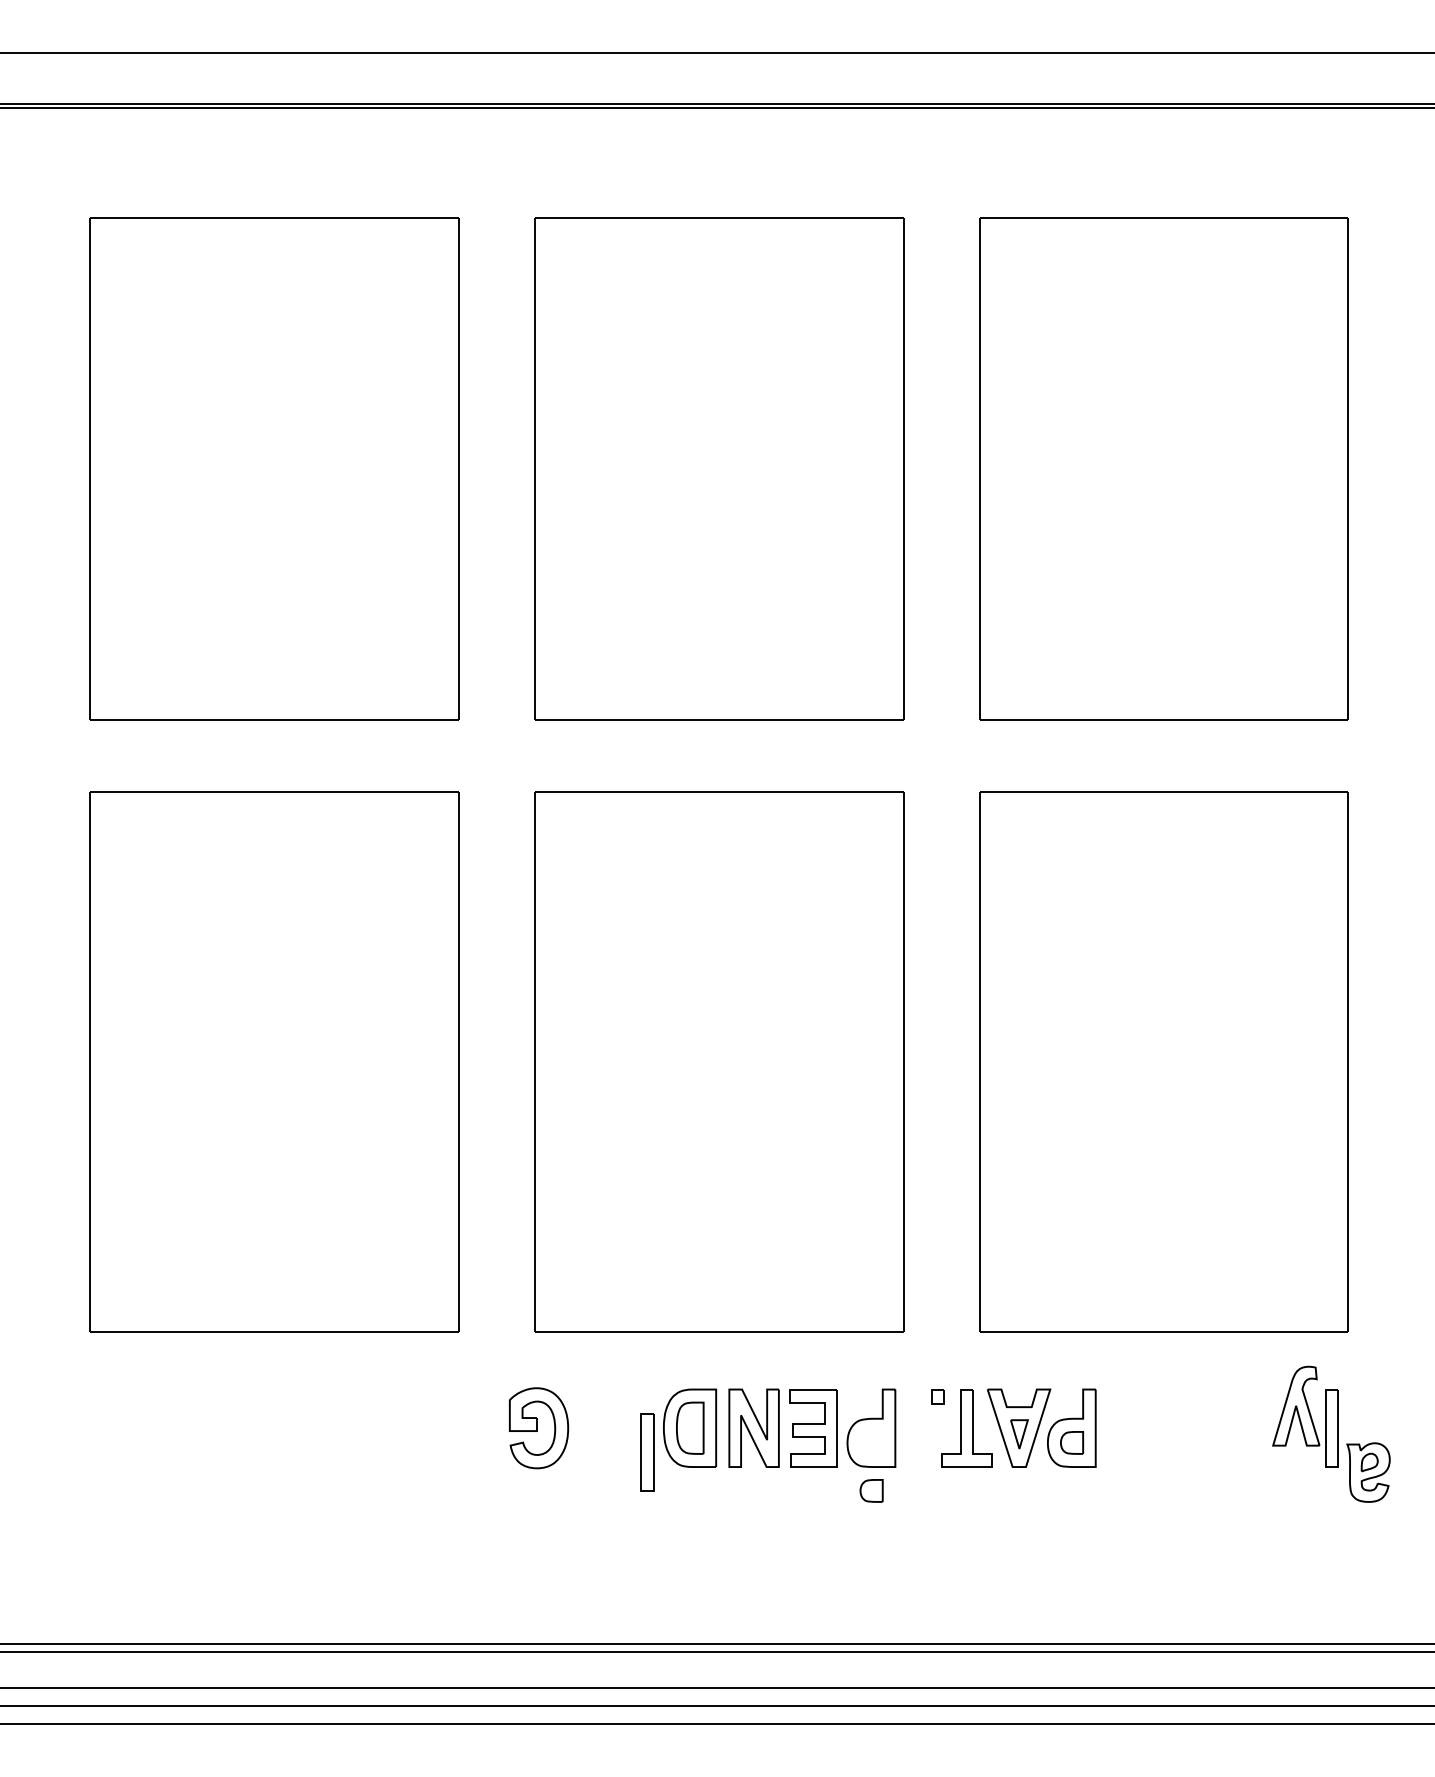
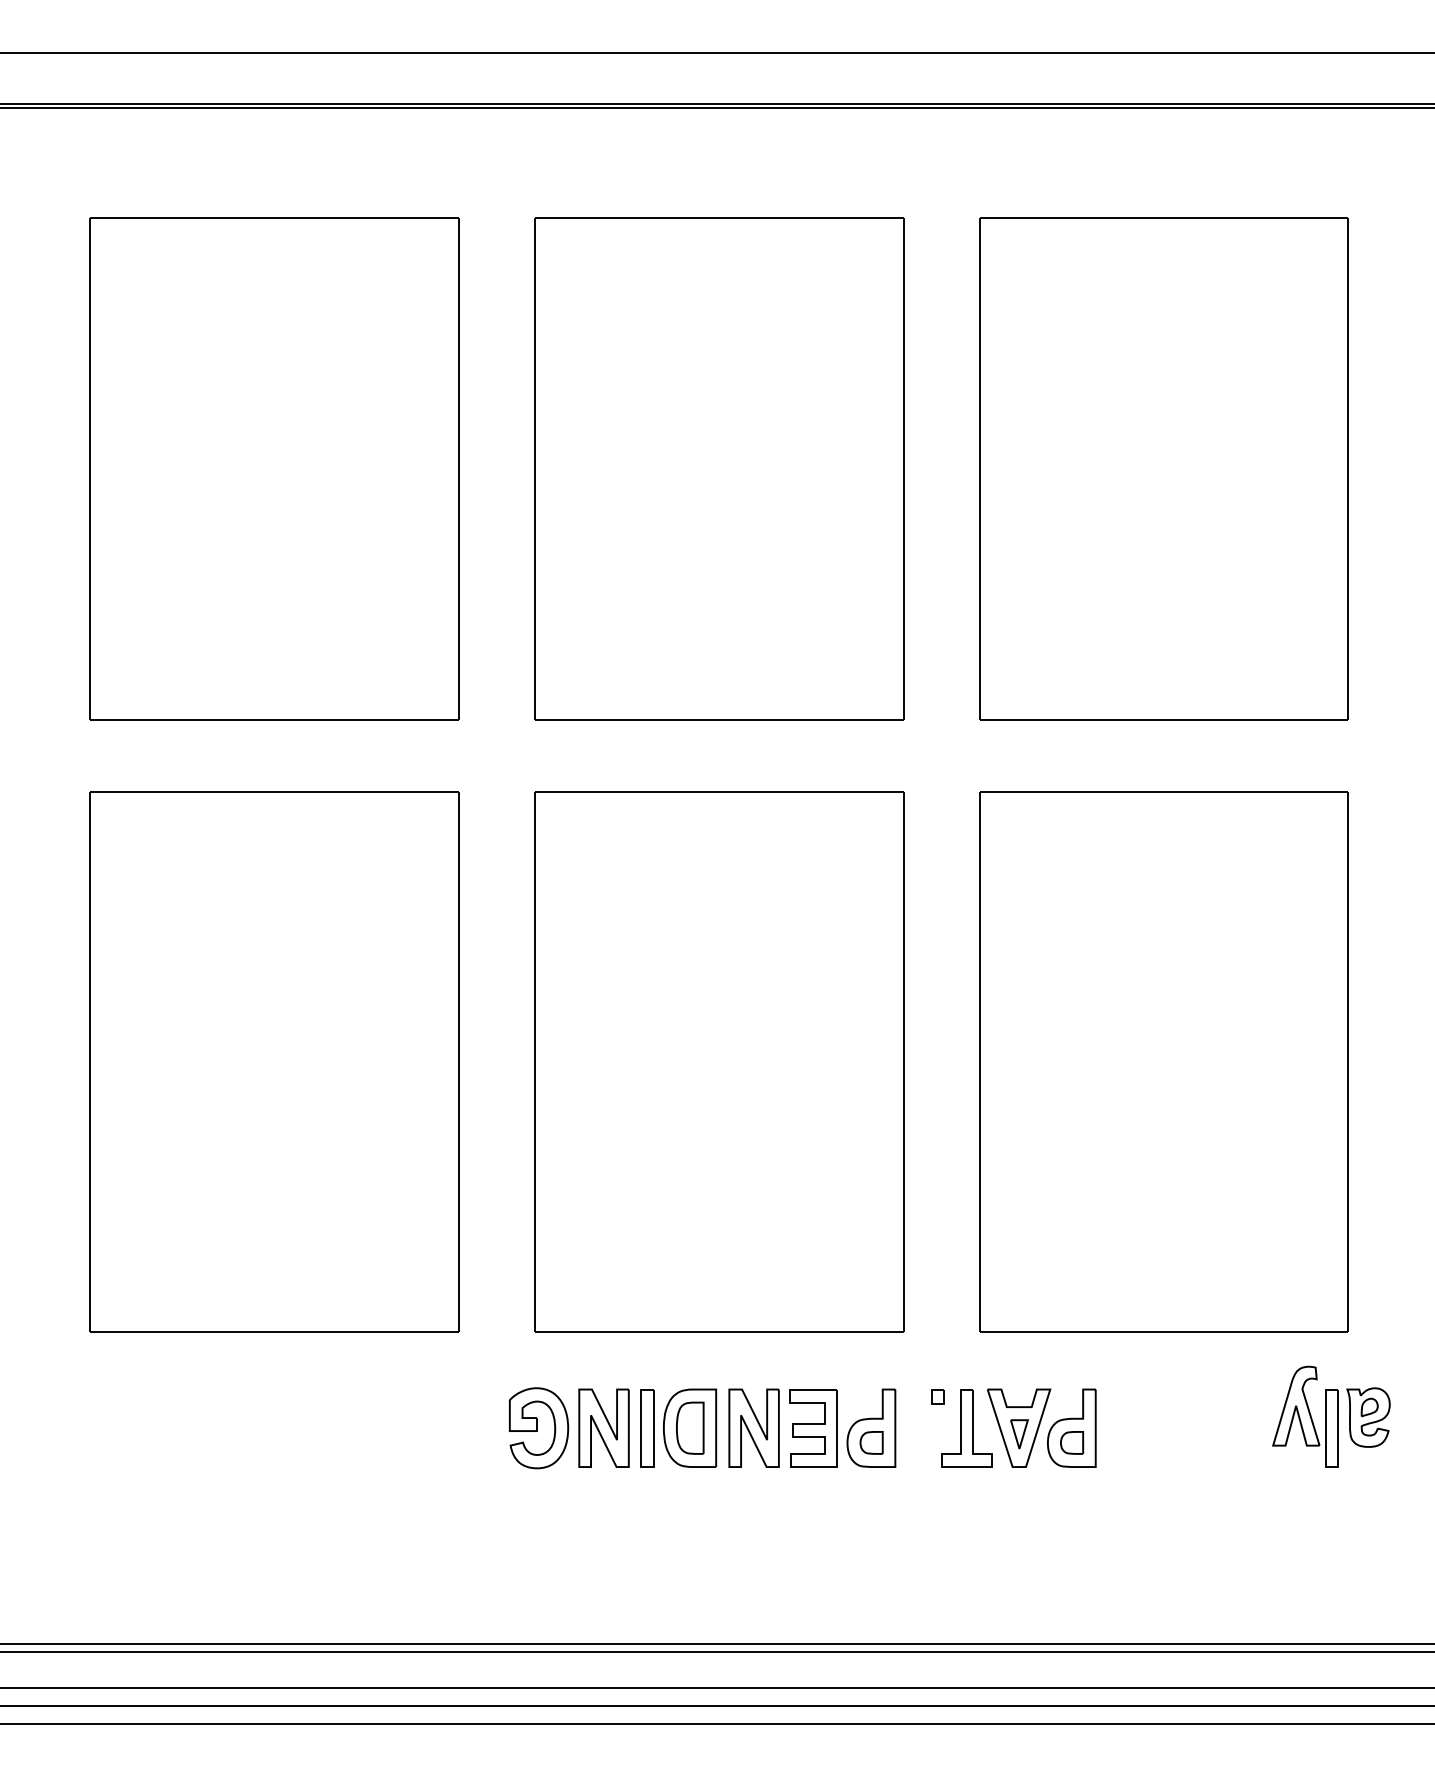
part at (603, 1427): none -> present
part at (647, 1452) position: (647, 1452) -> (647, 1428)
part at (1368, 1472) position: (1368, 1472) -> (1368, 1417)
part at (871, 1490) position: (871, 1490) -> (871, 1442)
